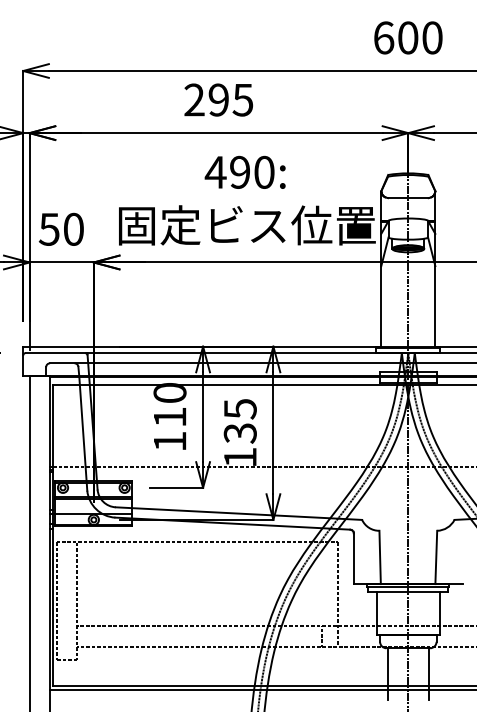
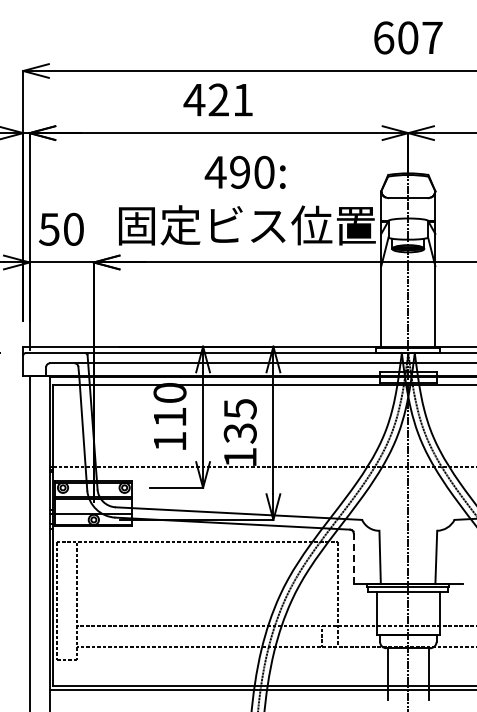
text at (432, 37): 600 -> 607
text at (218, 99): 295 -> 421
line at (353, 559): solid -> dashed
